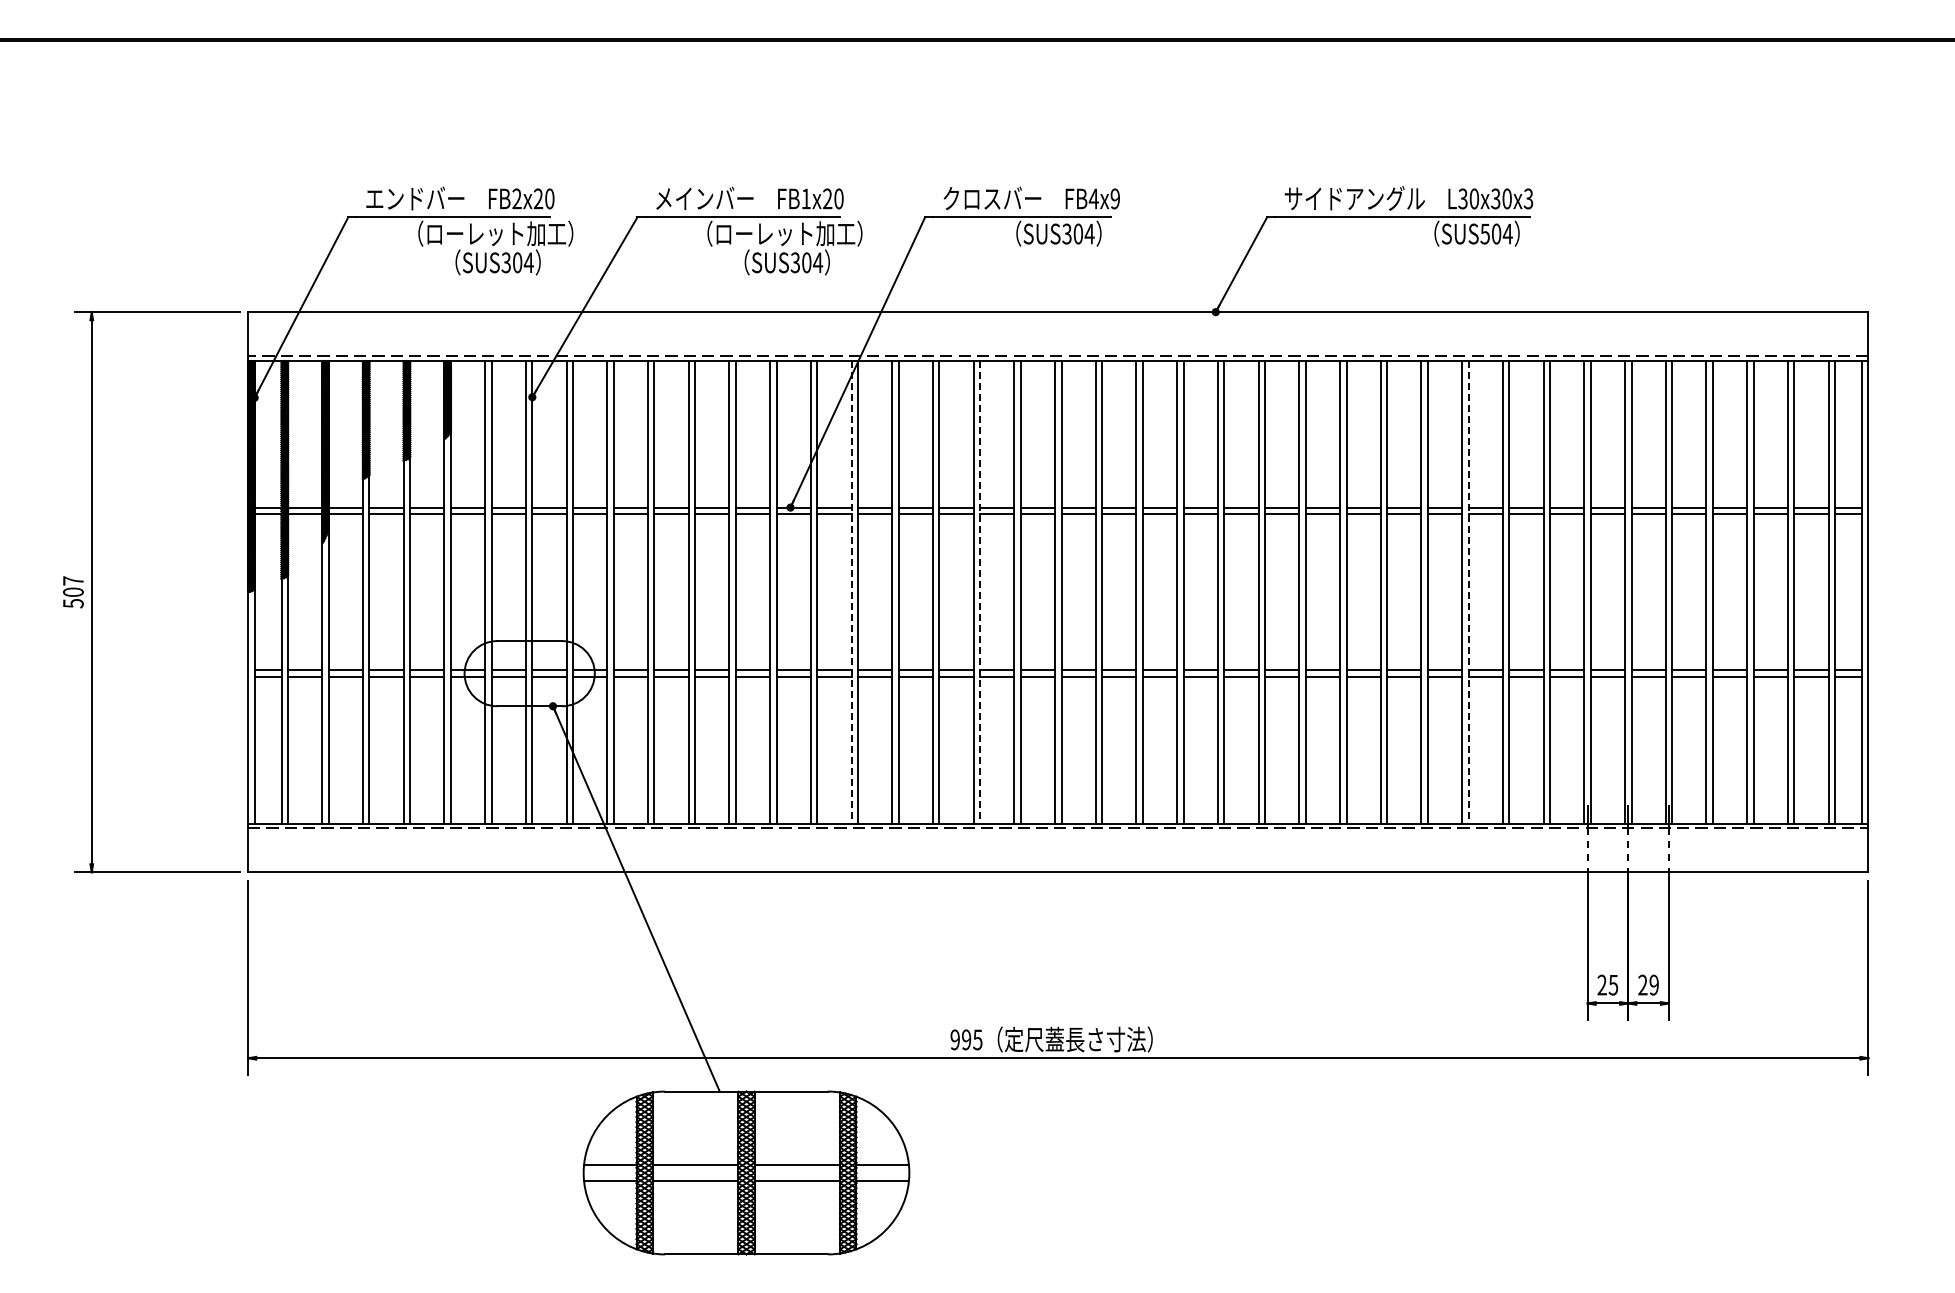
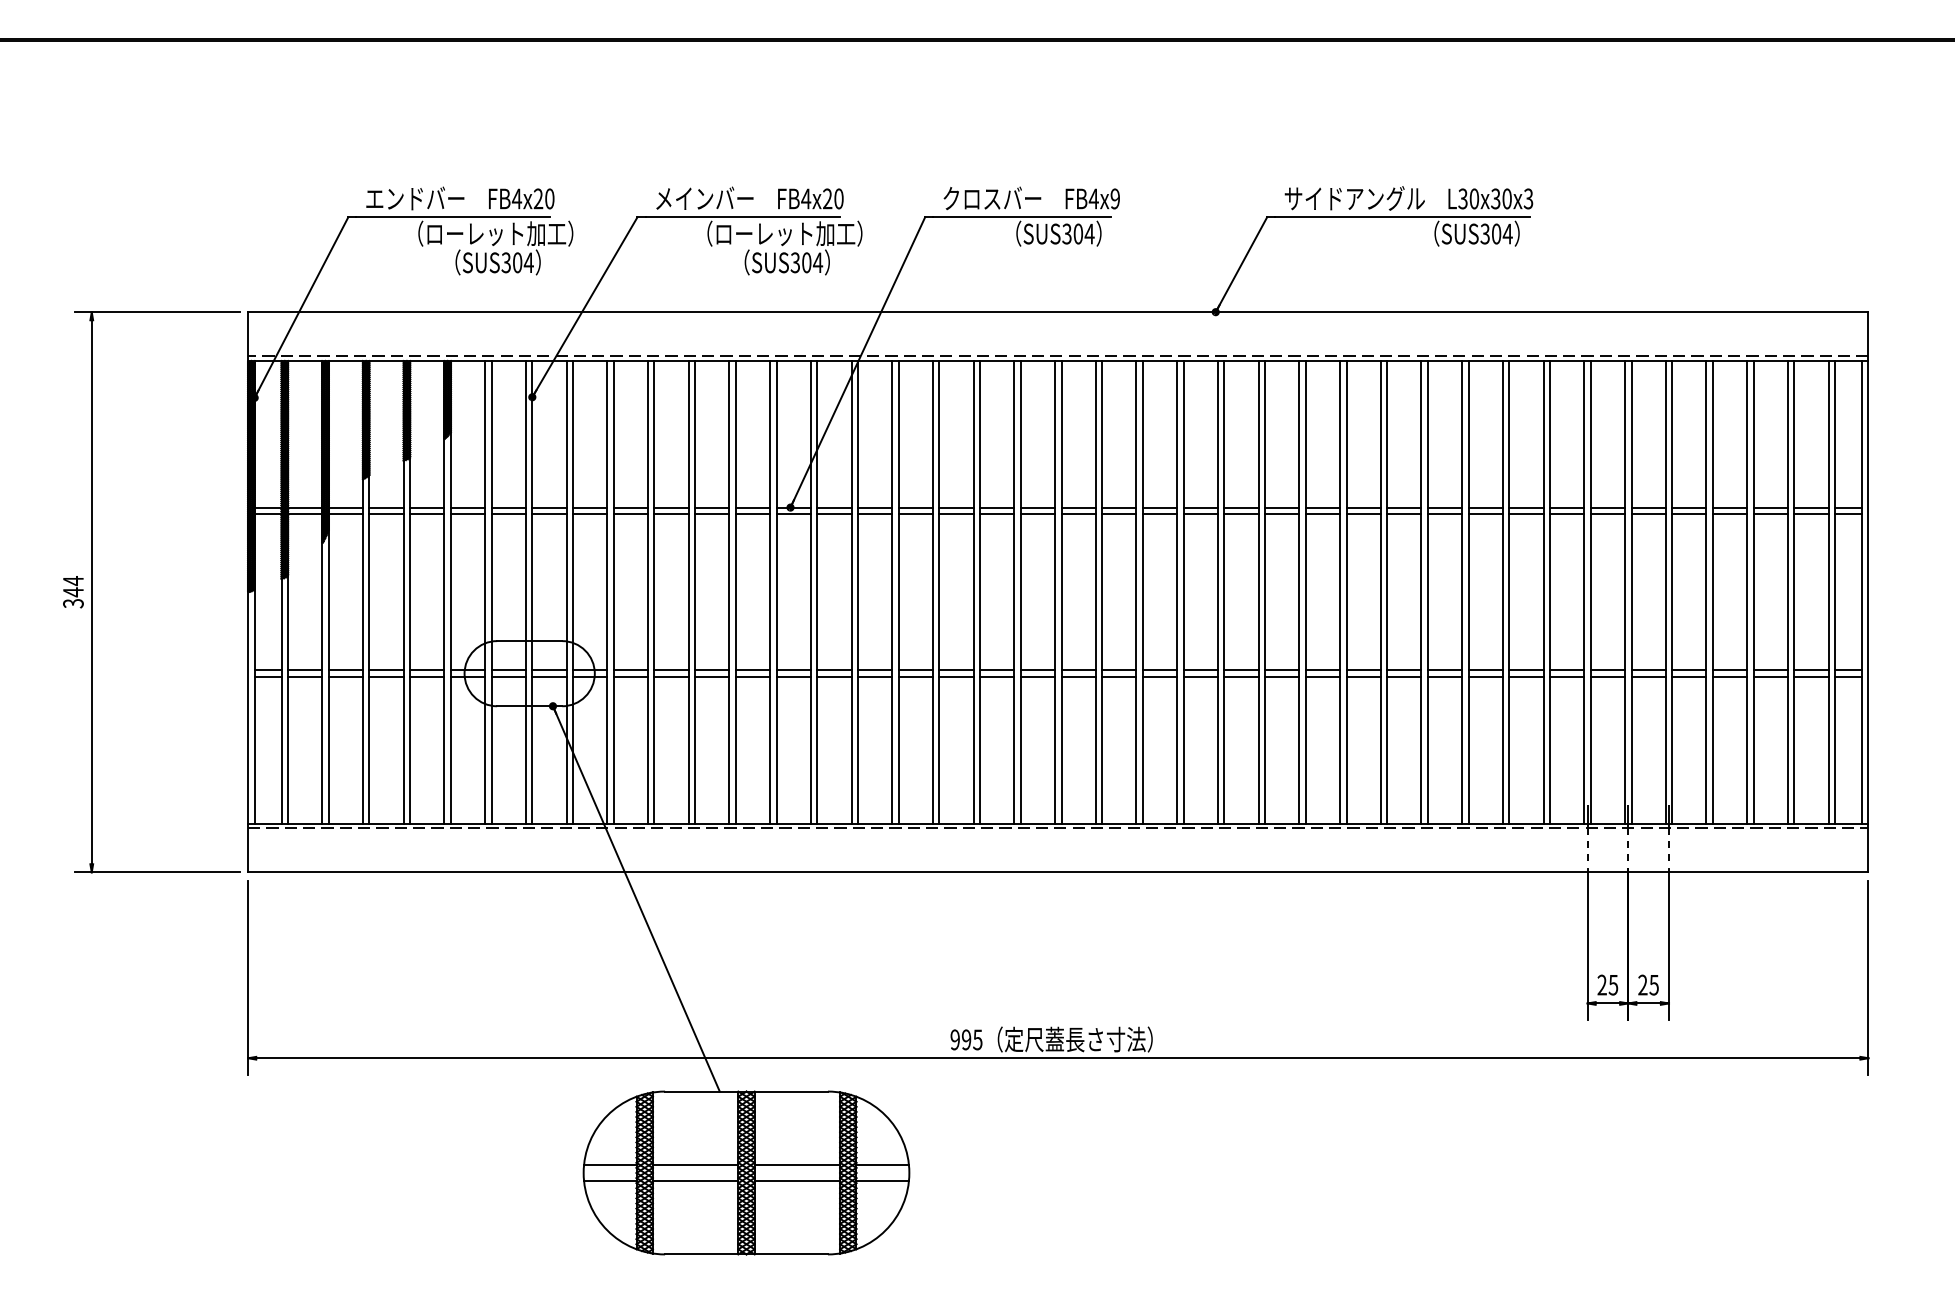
text at (516, 198): FB2x20 -> FB4x20
text at (806, 198): FB1x20 -> FB4x20
text at (1485, 233): SUS504 -> SUS304
text at (73, 591): 507 -> 344
line at (851, 592): dashed -> solid
line at (980, 592): dashed -> solid
line at (1468, 592): dashed -> solid
text at (1653, 984): 29 -> 25
